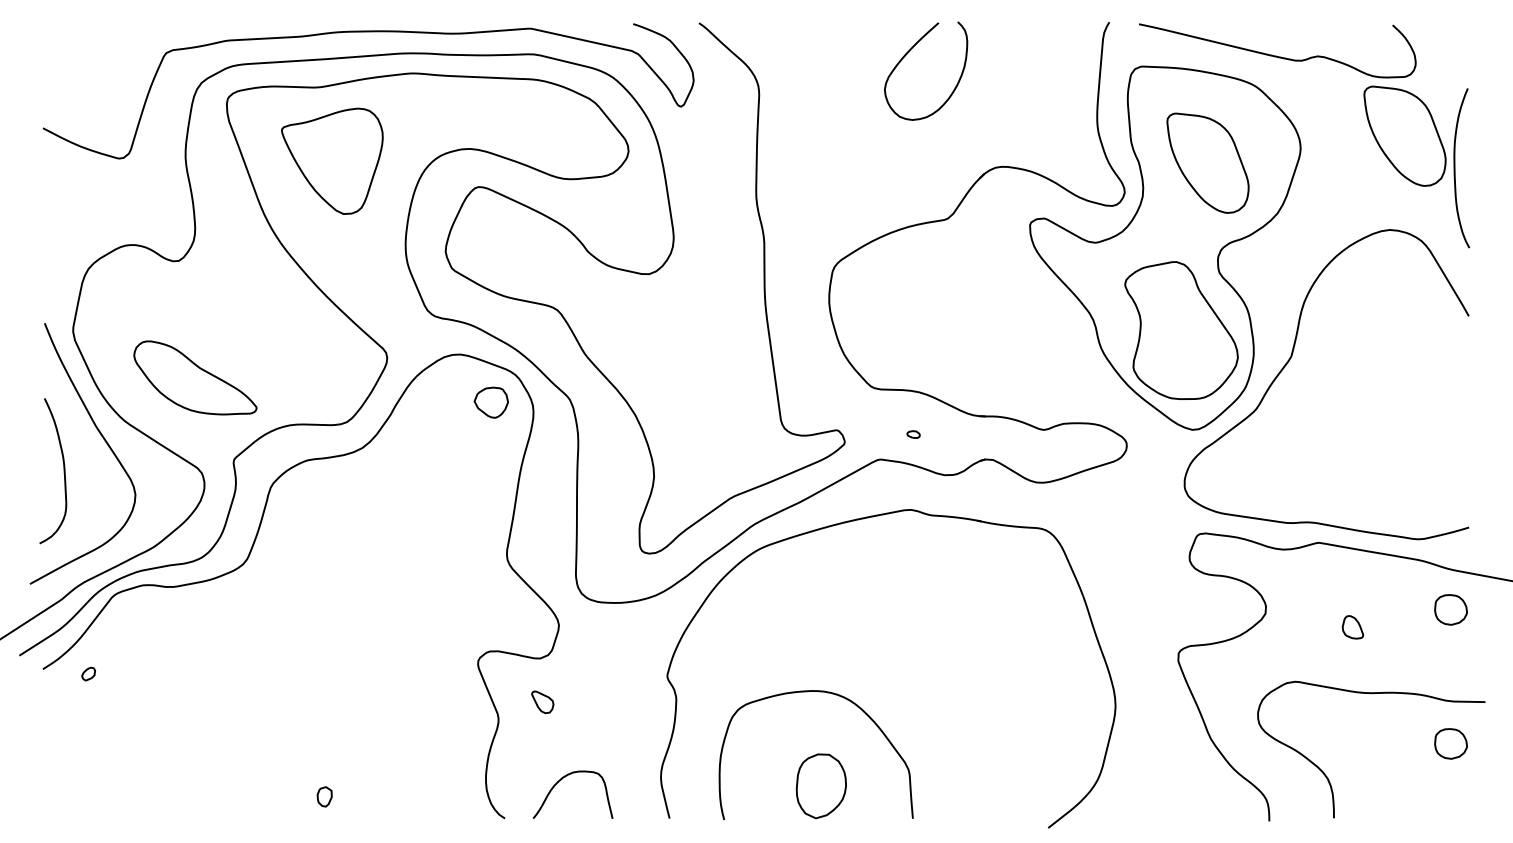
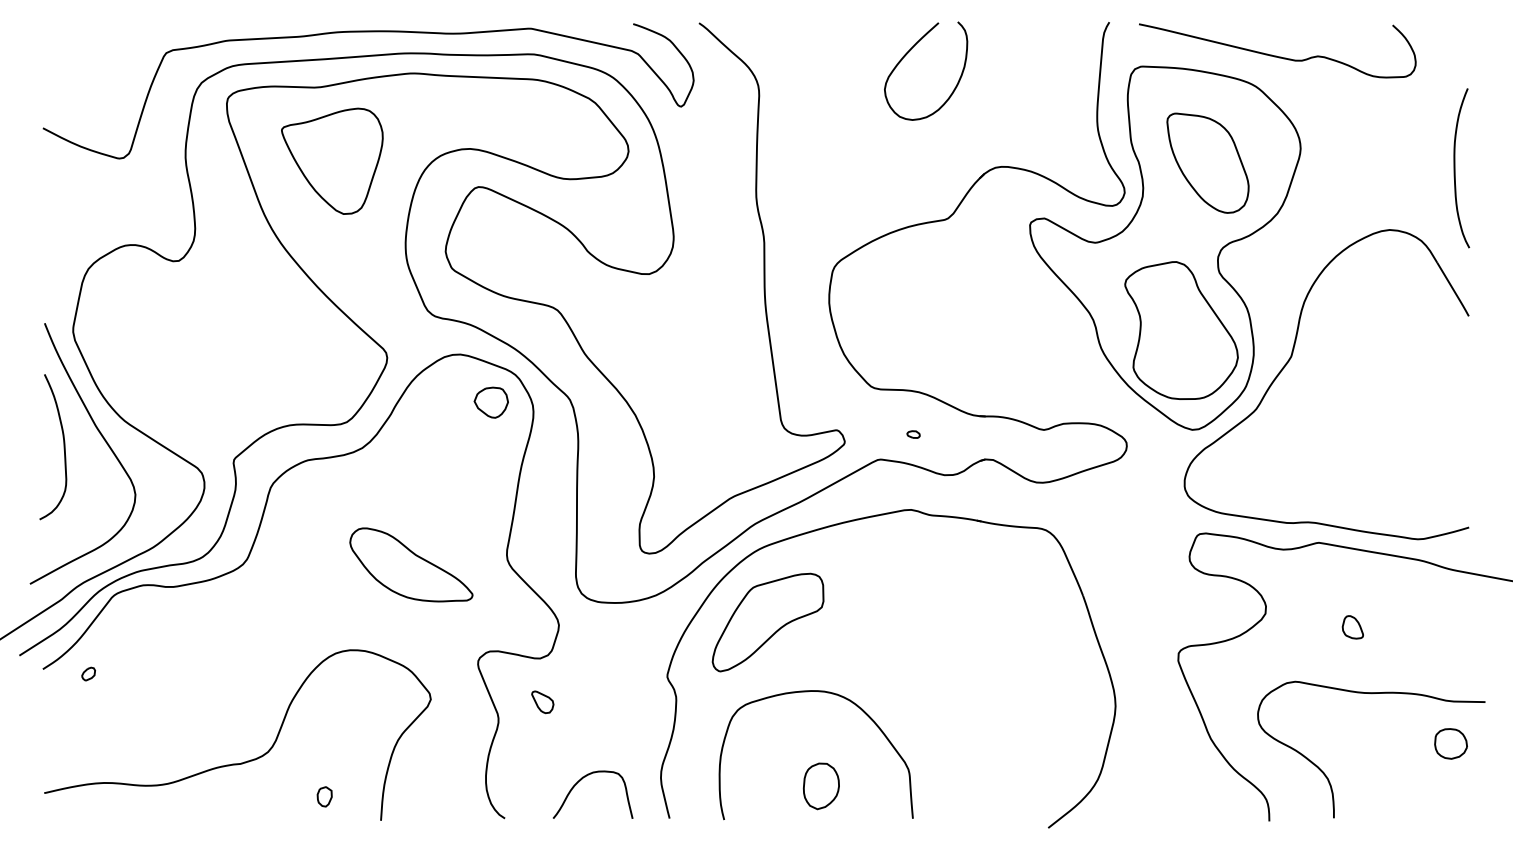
part at (1404, 135): present -> none
part at (195, 377) position: (195, 377) -> (411, 564)
curve at (63, 471) position: (63, 471) -> (63, 447)
part at (1450, 609): present -> none
part at (767, 622): none -> present
curve at (247, 760): none -> present
curve at (560, 781) position: (560, 781) -> (580, 781)
part at (820, 786) size: 52x67 px -> 37x49 px
